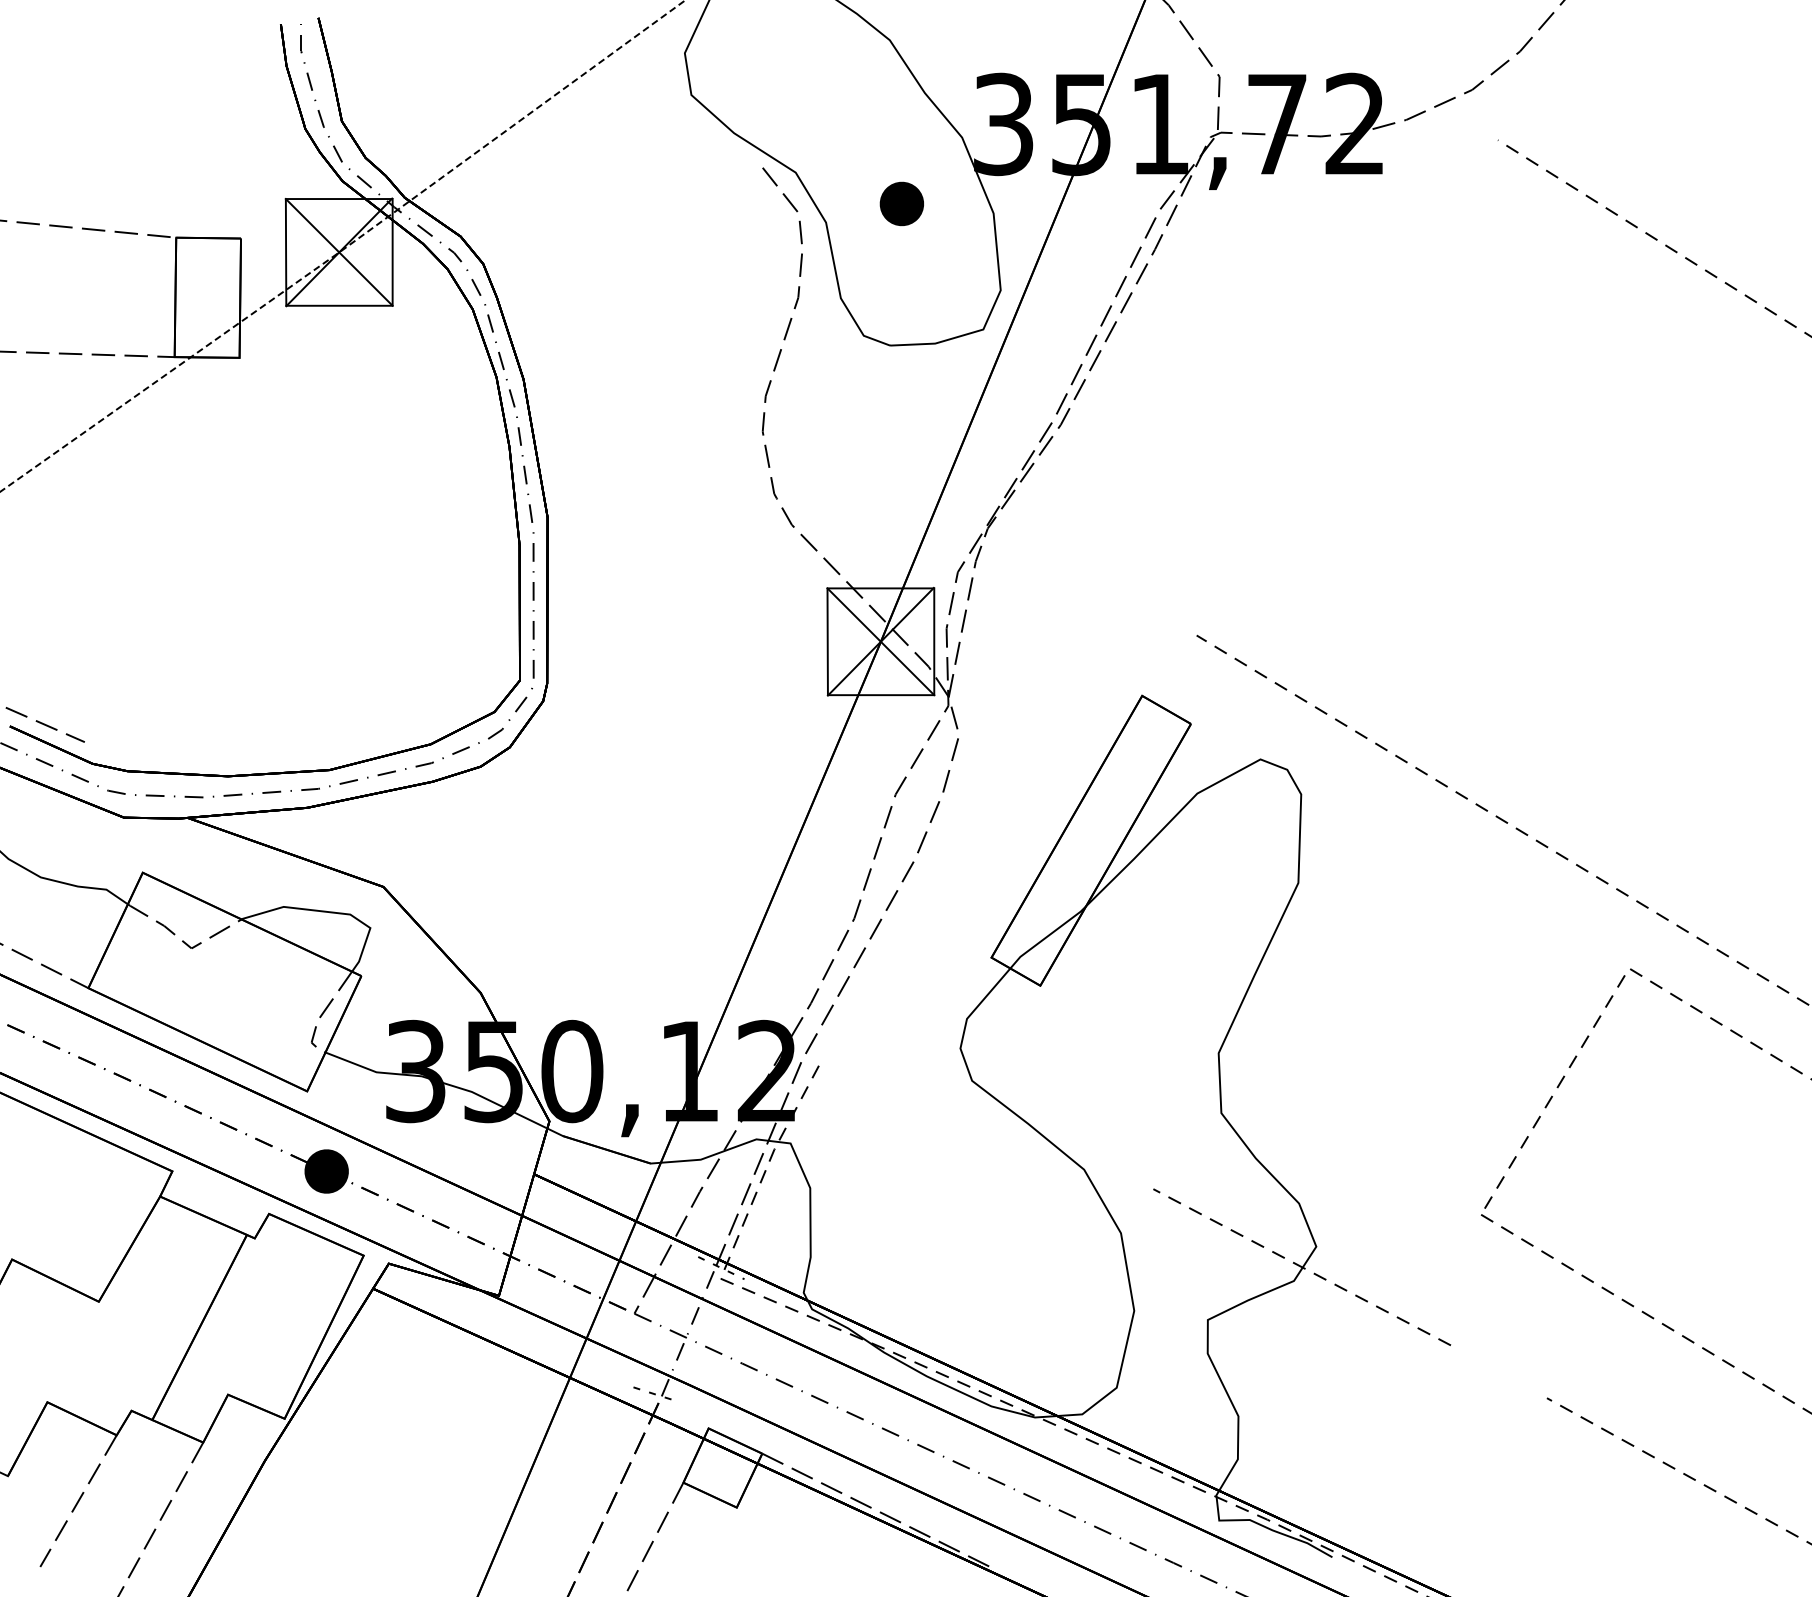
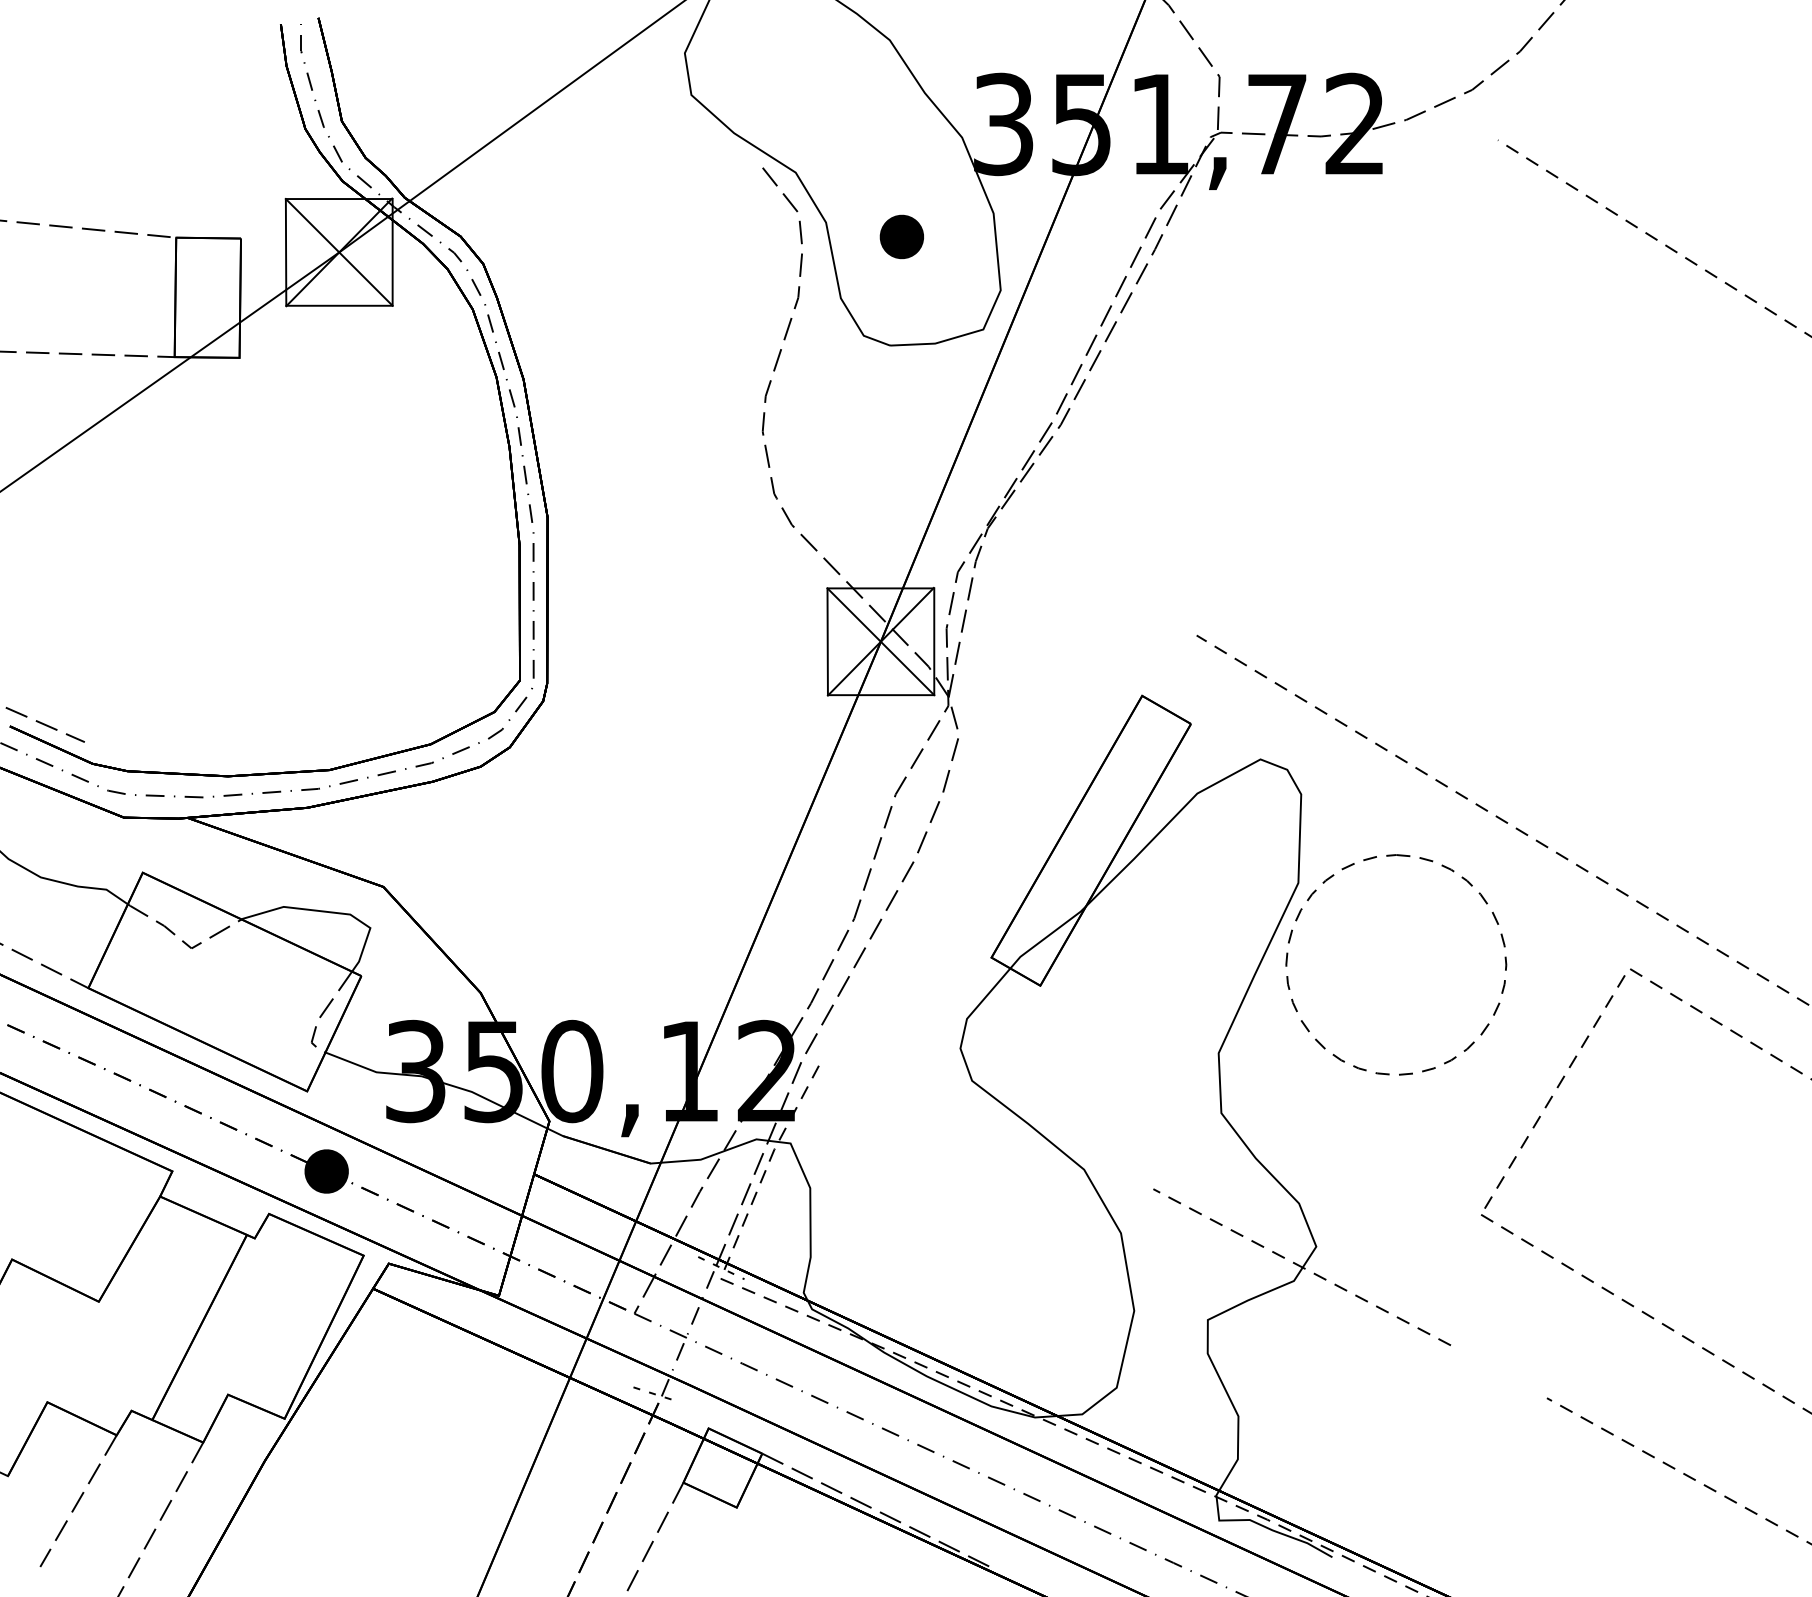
part at (901, 203) position: (901, 203) -> (901, 236)
line at (344, 248): dashed -> solid
part at (1445, 868): none -> present
